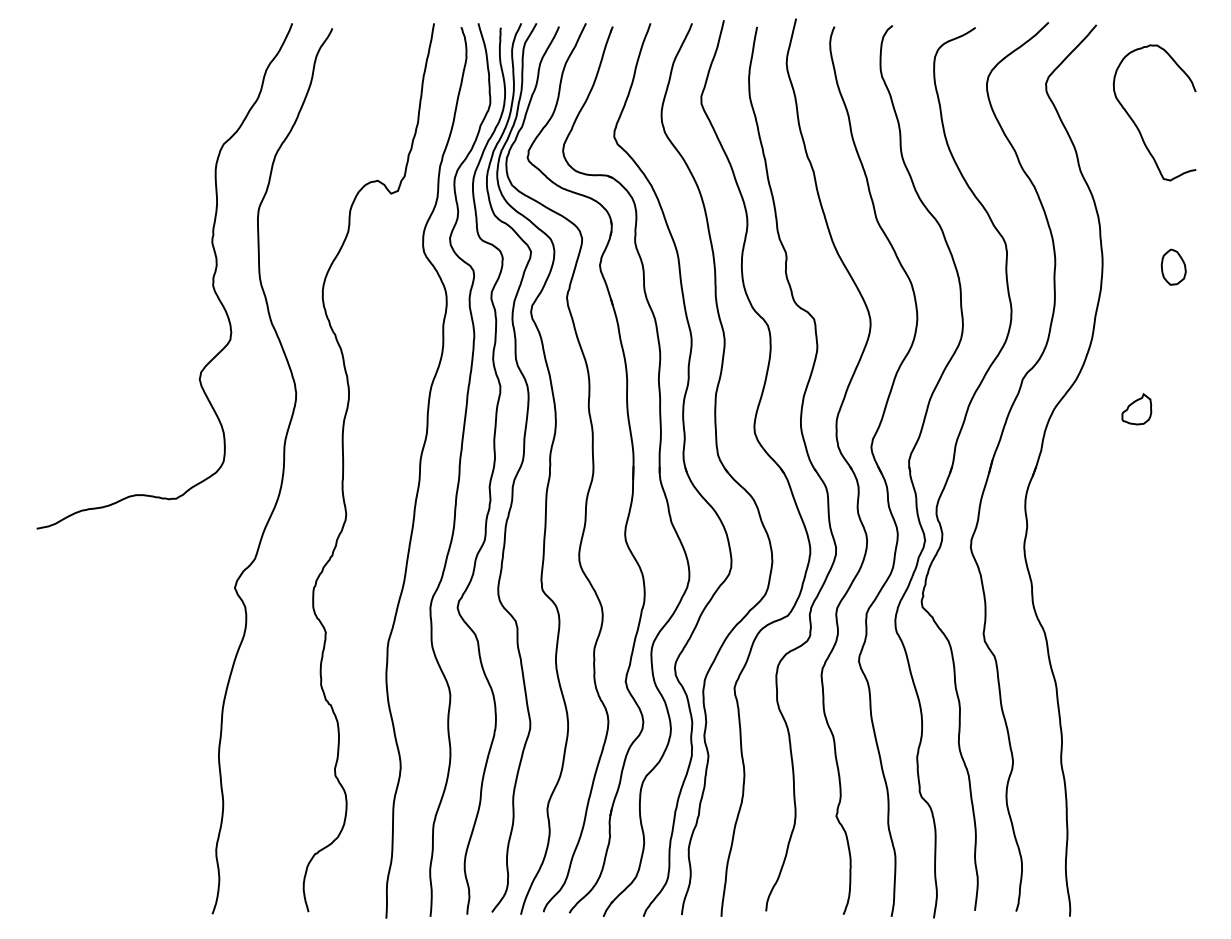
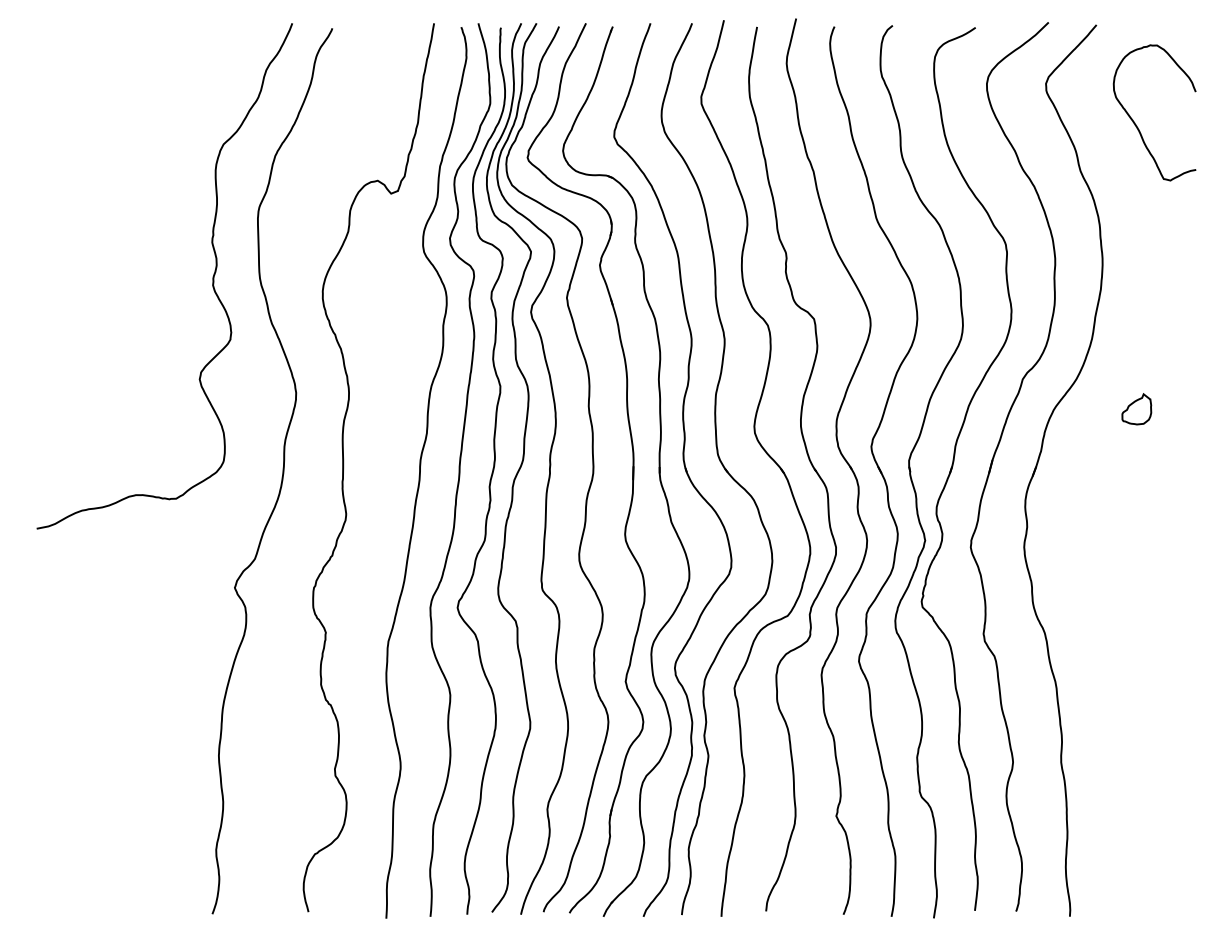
part at (1173, 266): present -> none
